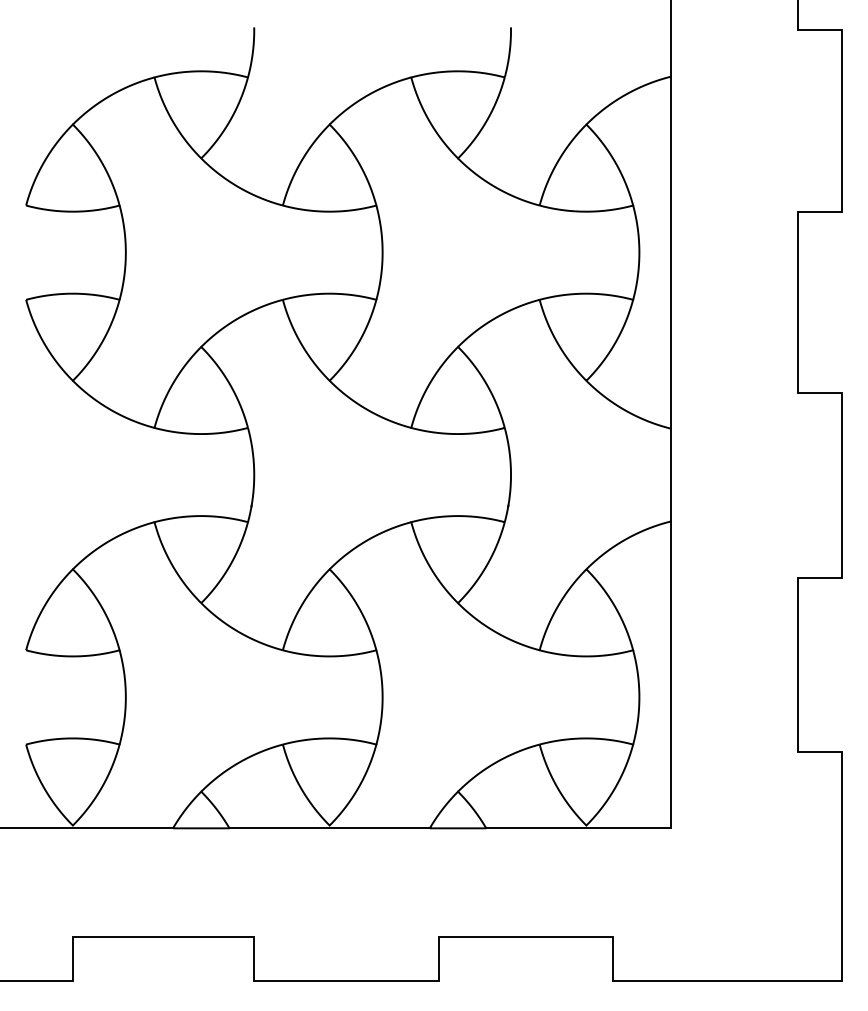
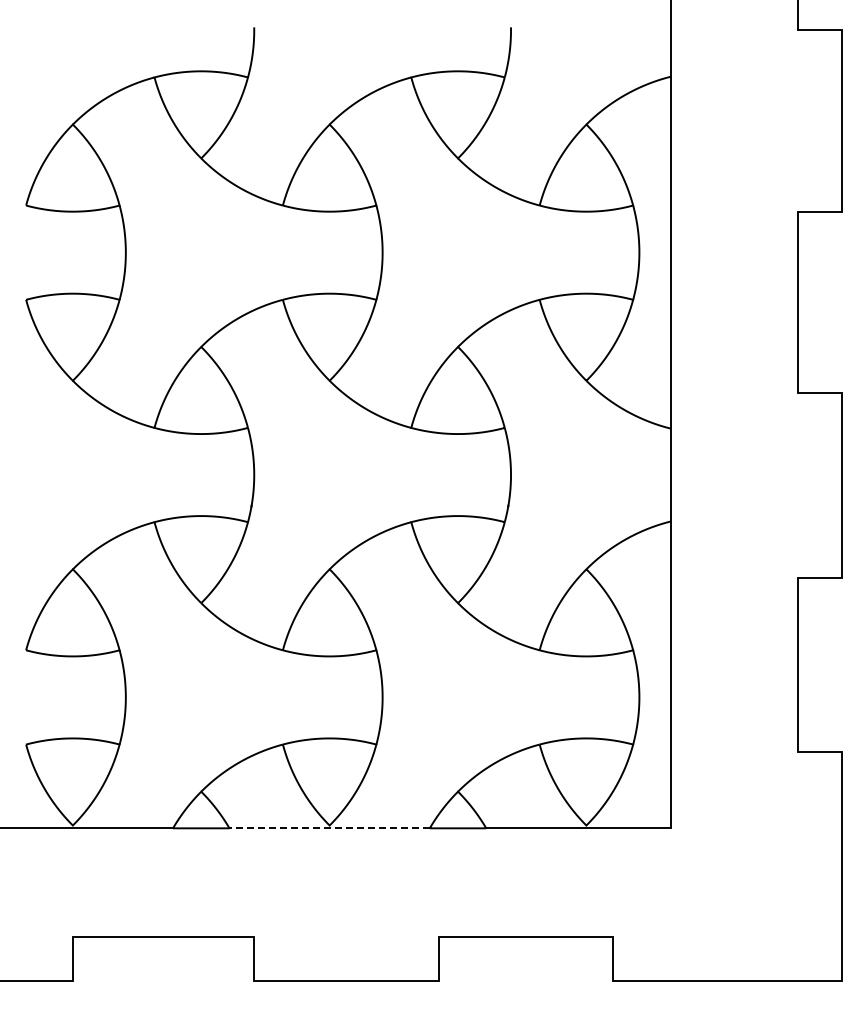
line at (329, 828): solid -> dashed
